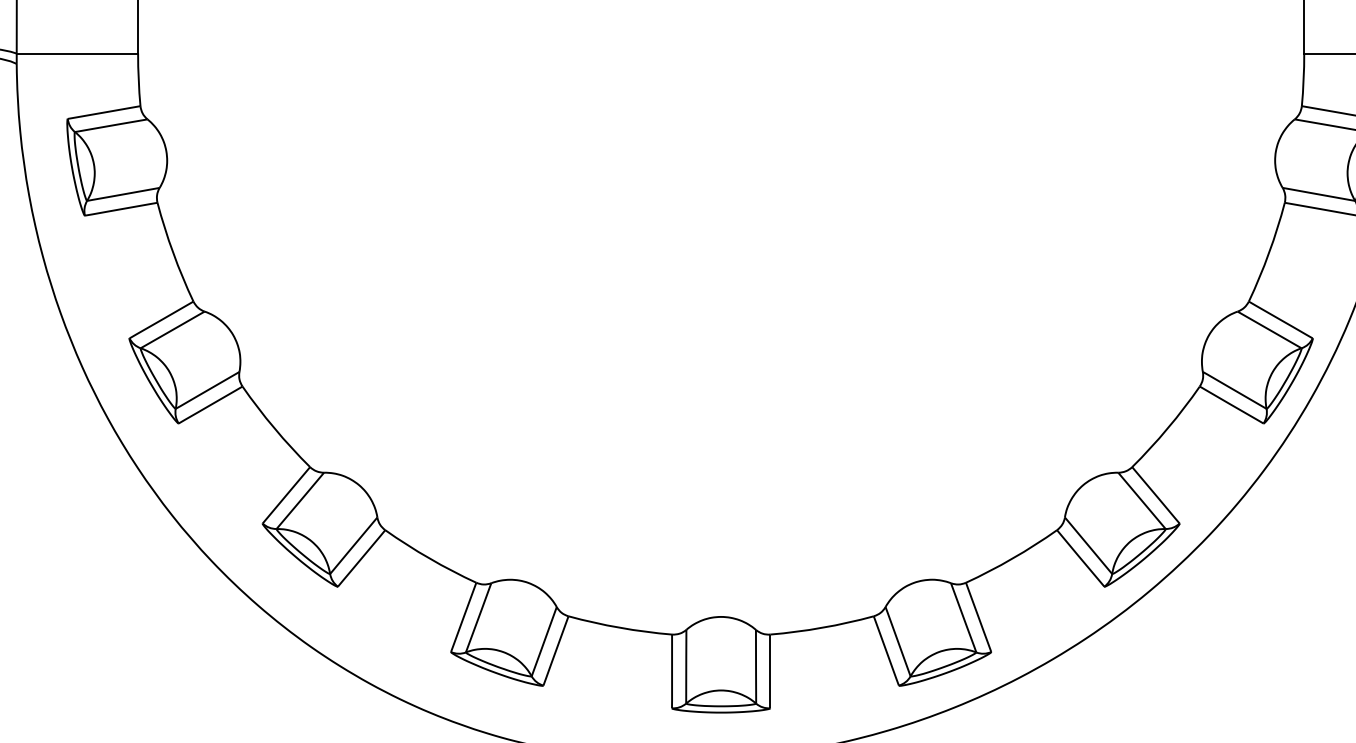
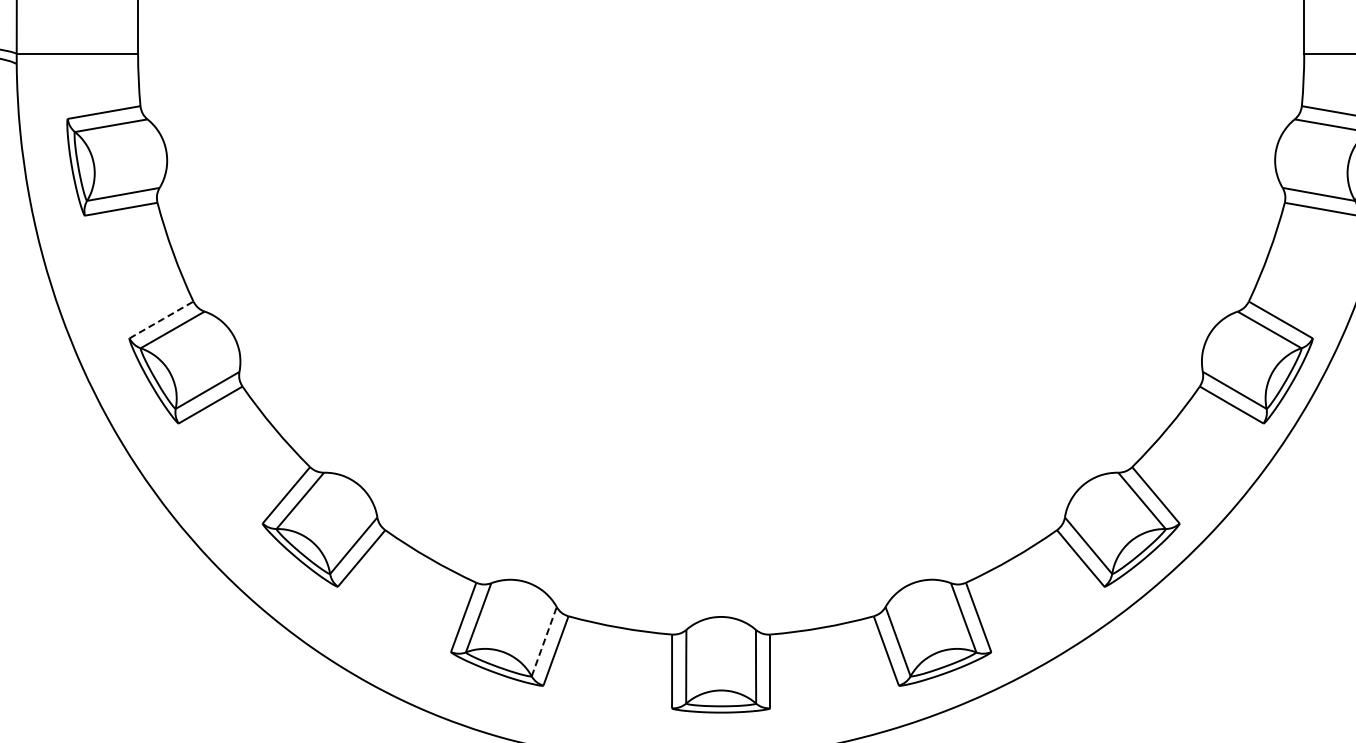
line at (161, 319): solid -> dashed
line at (543, 642): solid -> dashed
